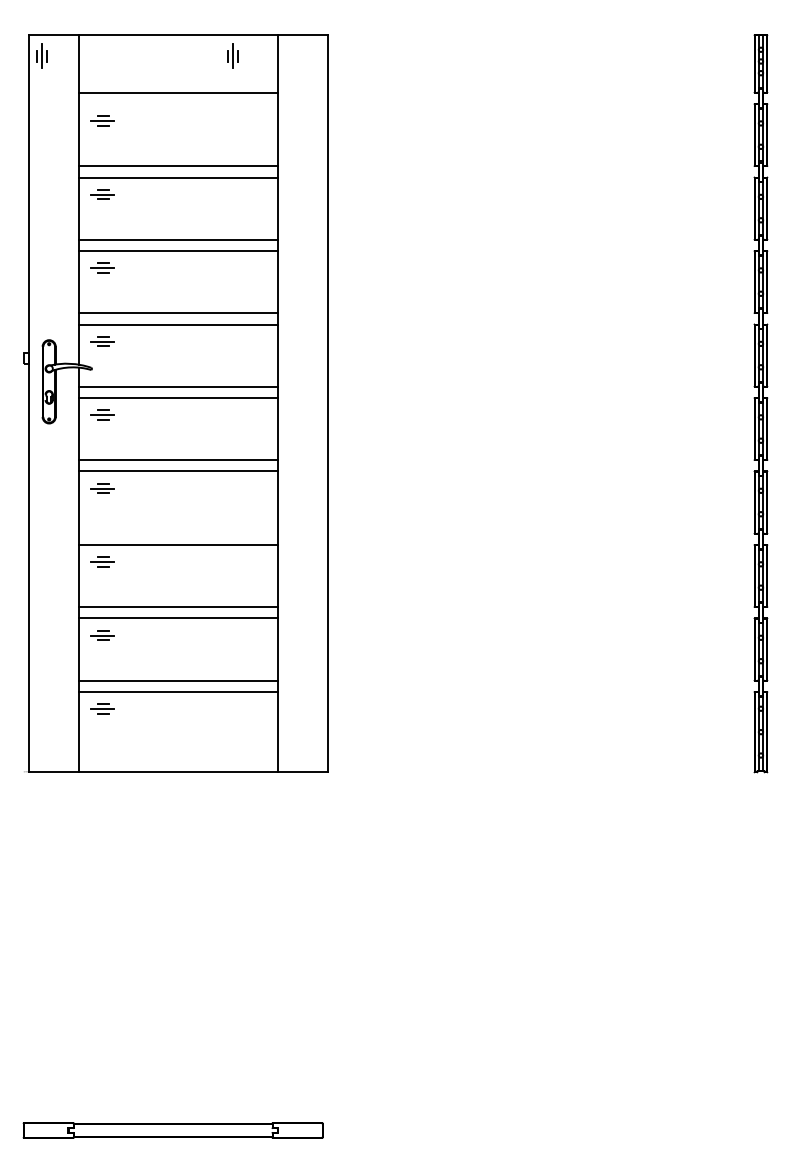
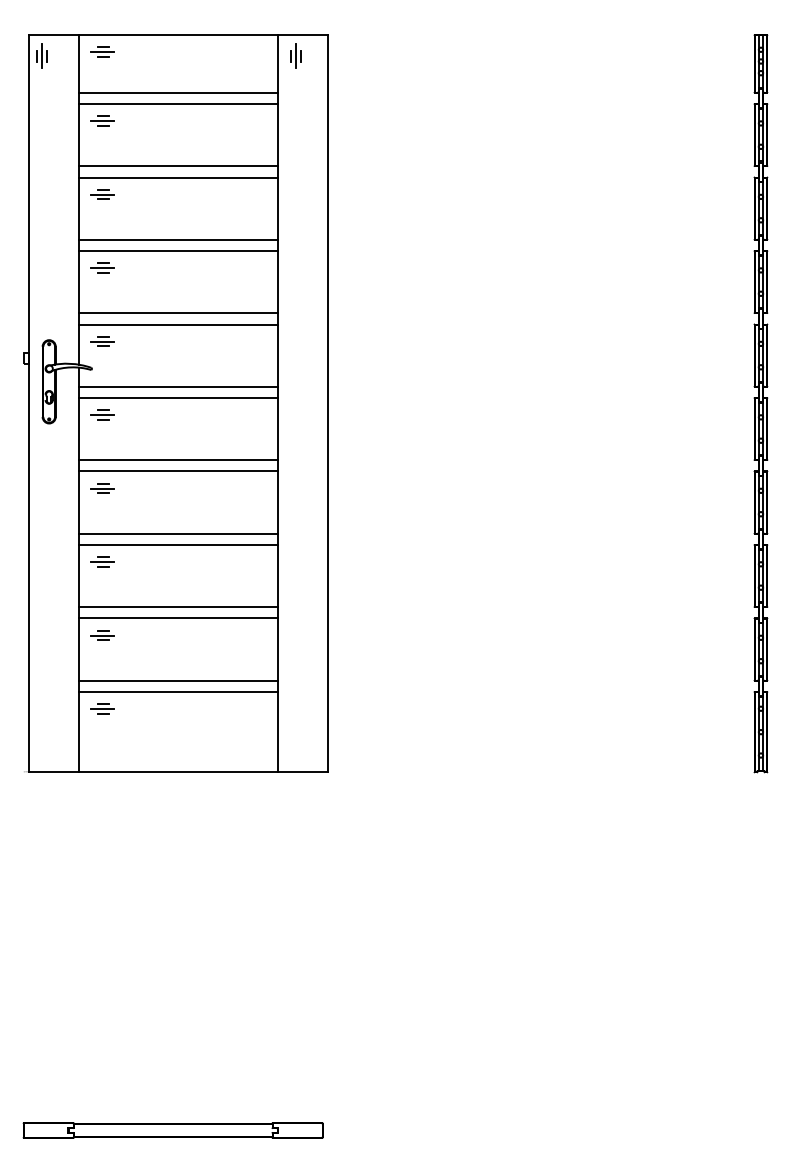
part at (102, 51): none -> present
part at (232, 55) position: (232, 55) -> (295, 55)
line at (178, 104): none -> present
line at (178, 533): none -> present
